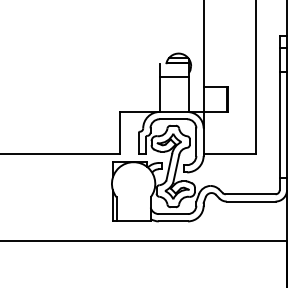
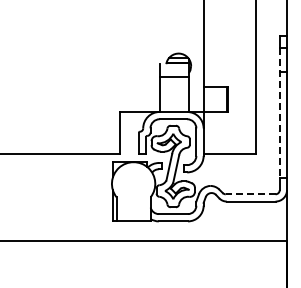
line at (279, 113): solid -> dashed
line at (250, 194): solid -> dashed
